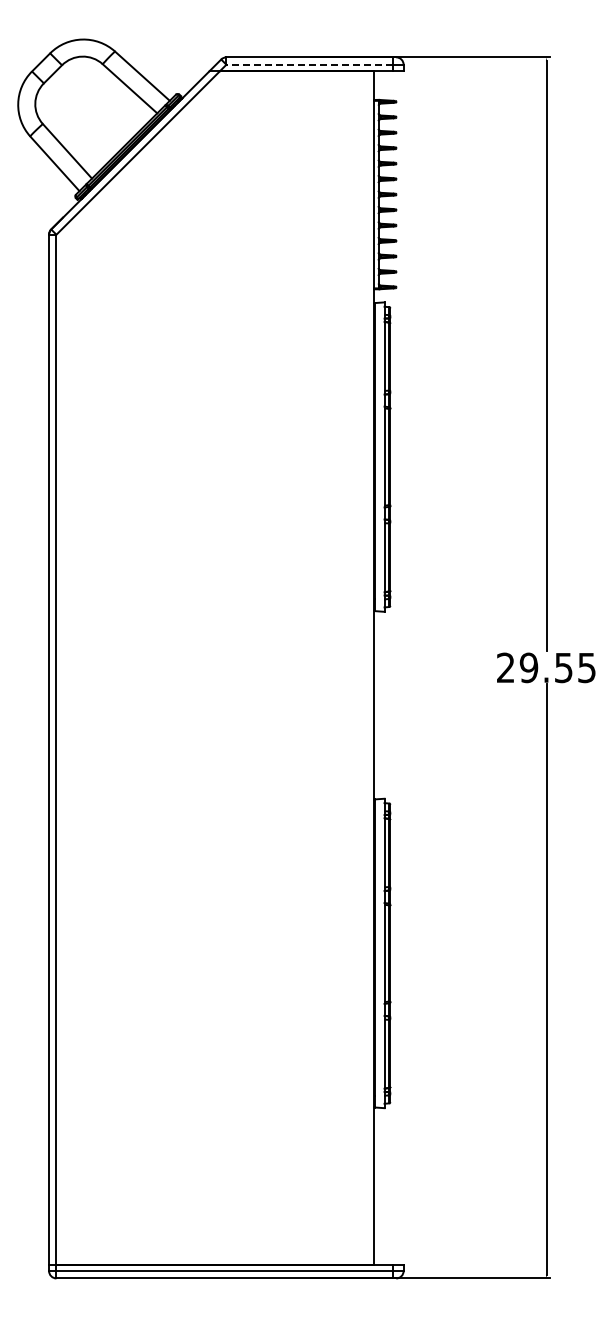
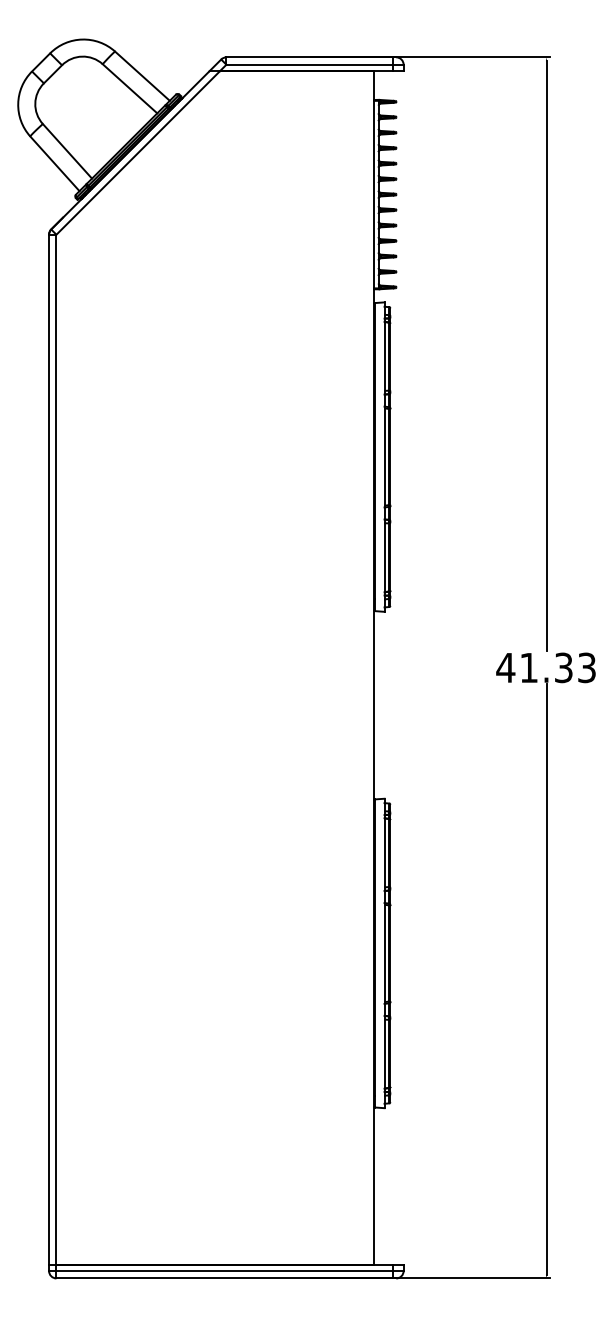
line at (309, 64): dashed -> solid
text at (545, 667): 29.55 -> 41.33
